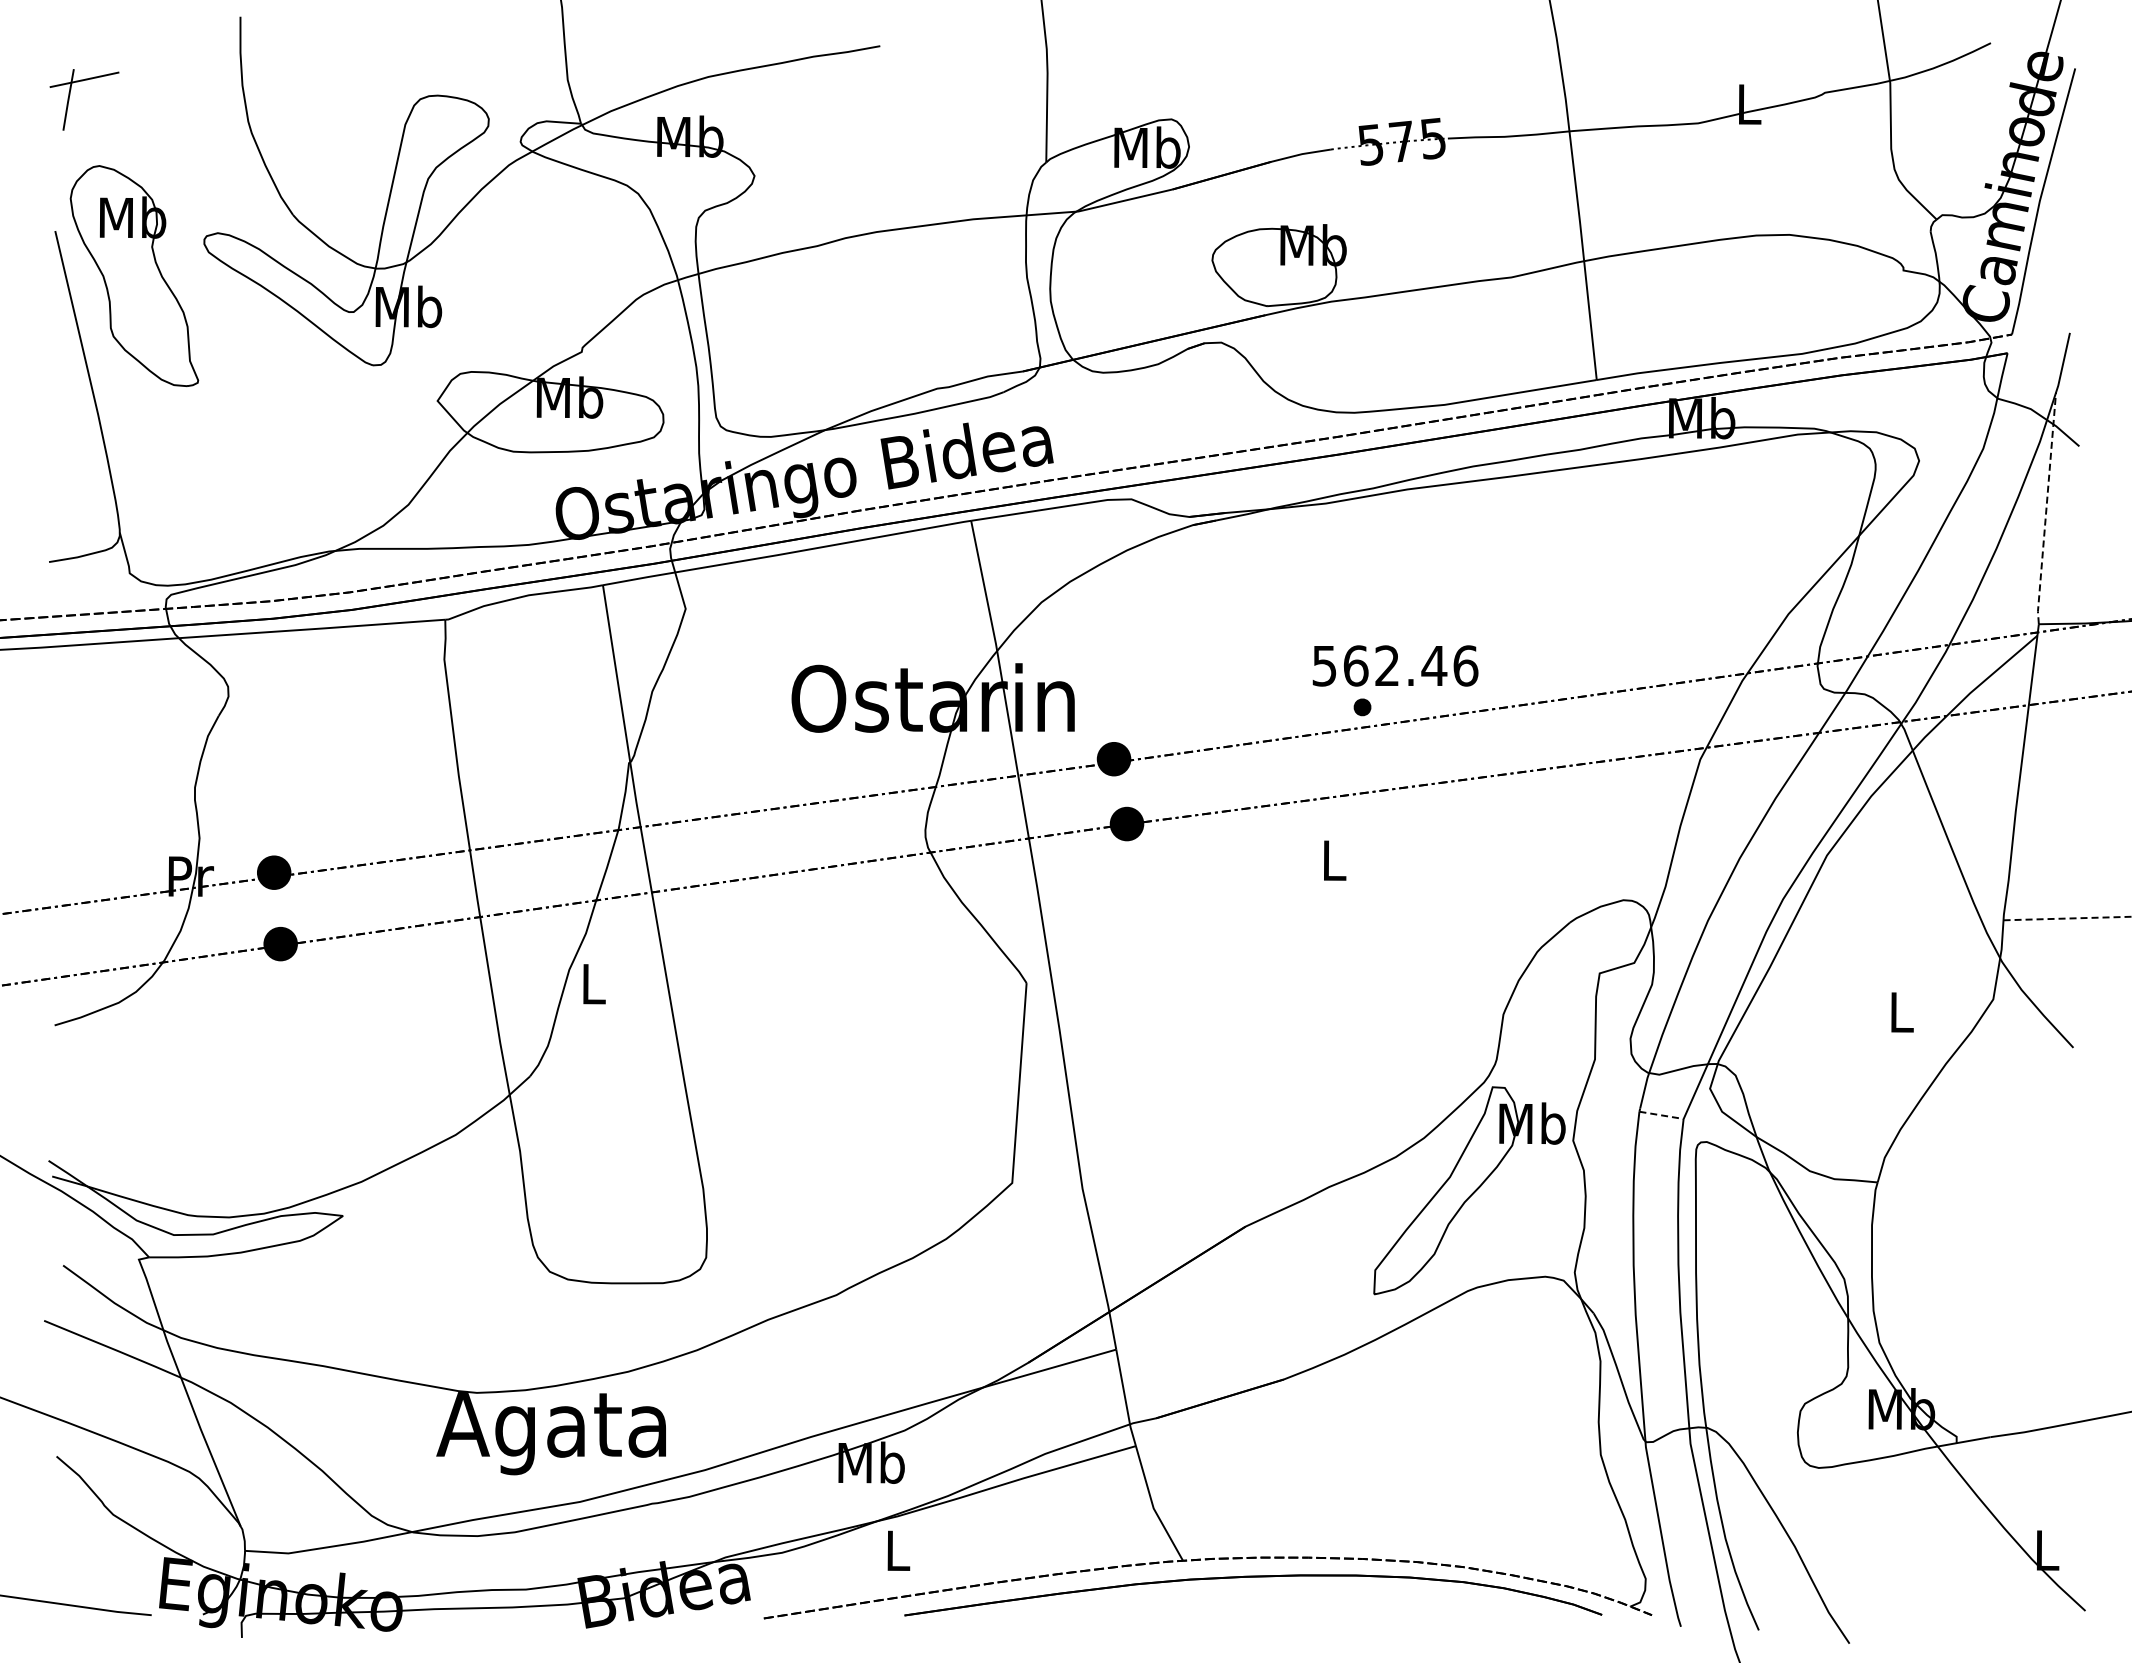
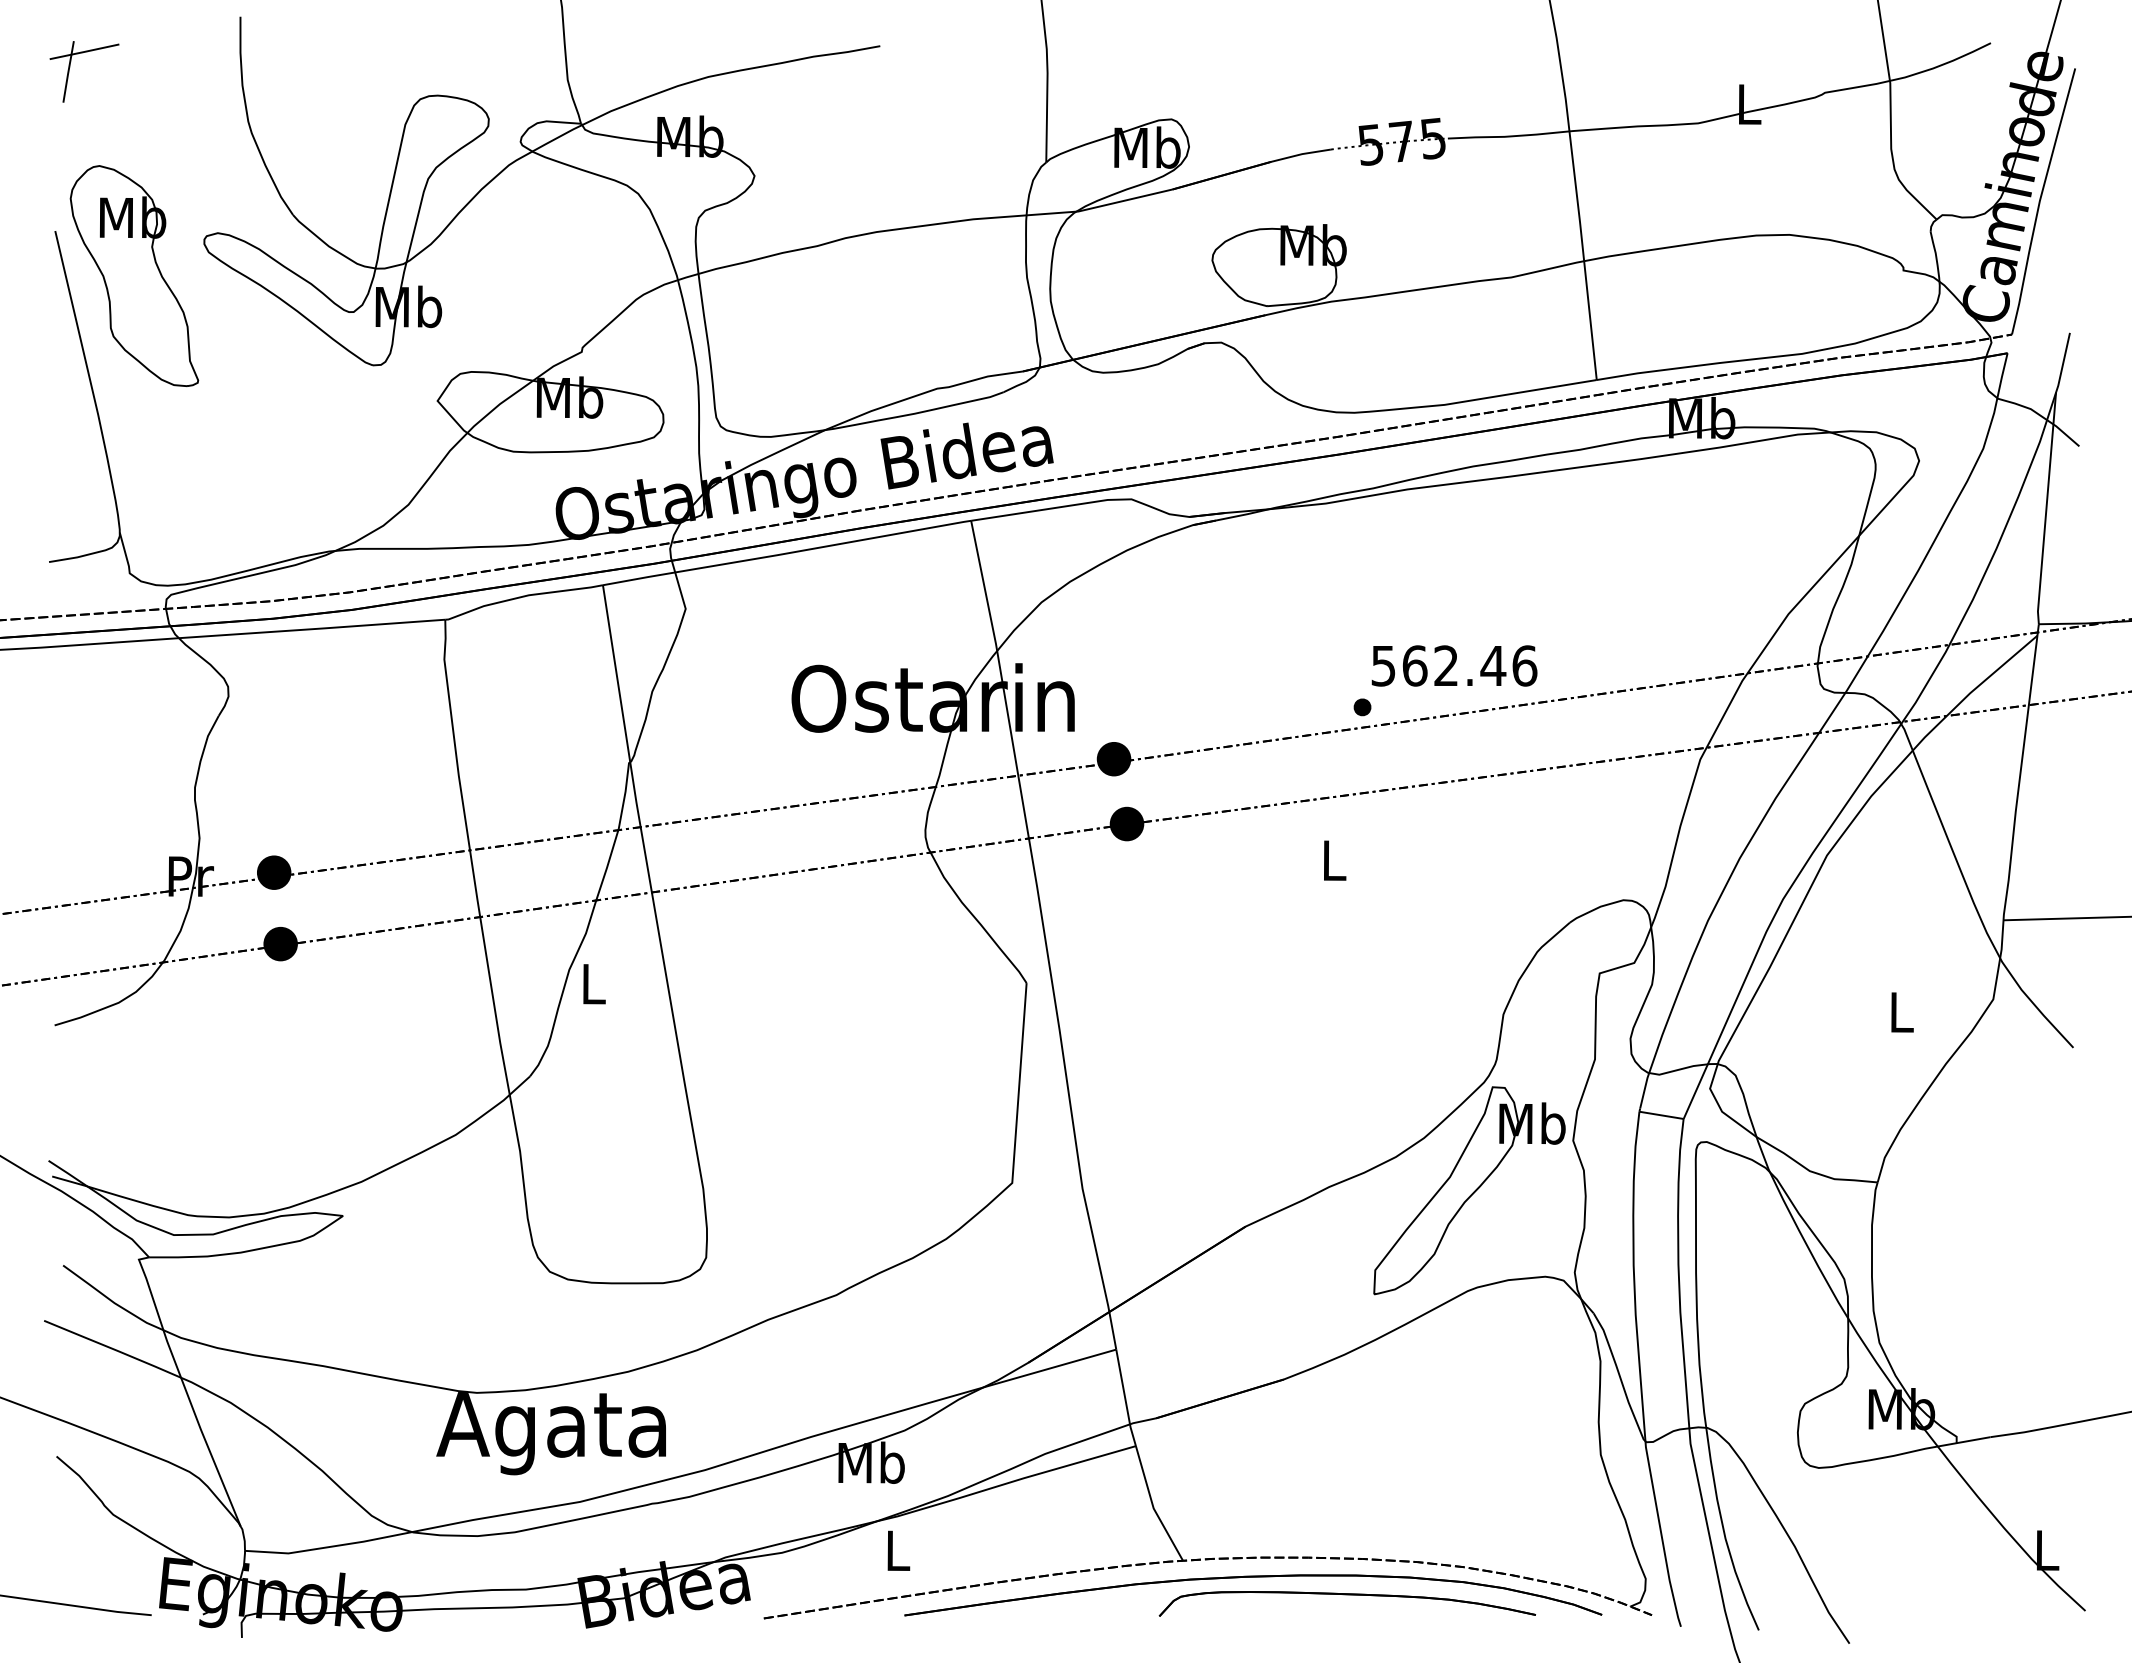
part at (70, 95) position: (70, 95) -> (70, 67)
line at (2046, 509): dashed -> solid
text at (1395, 665) position: (1395, 665) -> (1454, 665)
line at (2067, 918): dashed -> solid
line at (1662, 1115): dashed -> solid
part at (1346, 1595): none -> present
